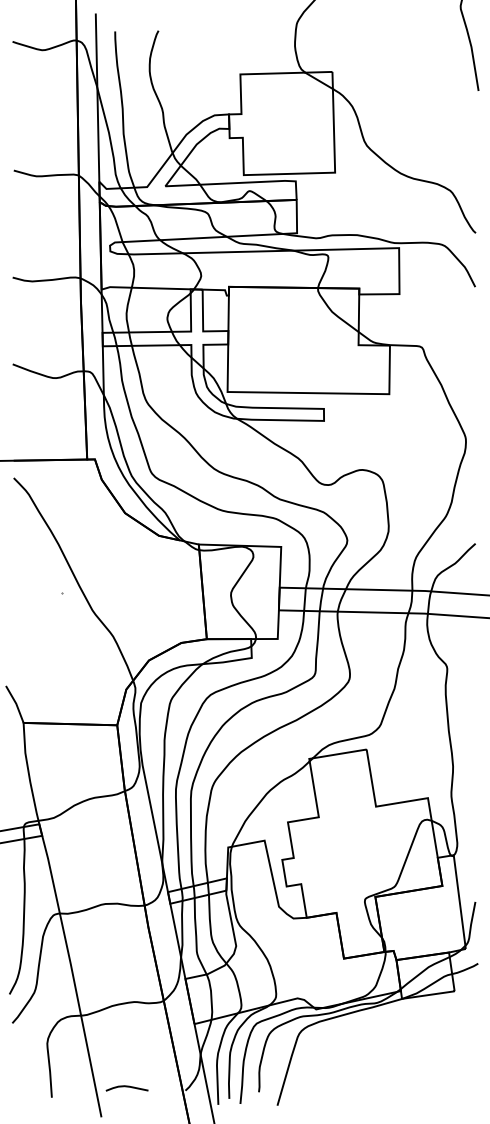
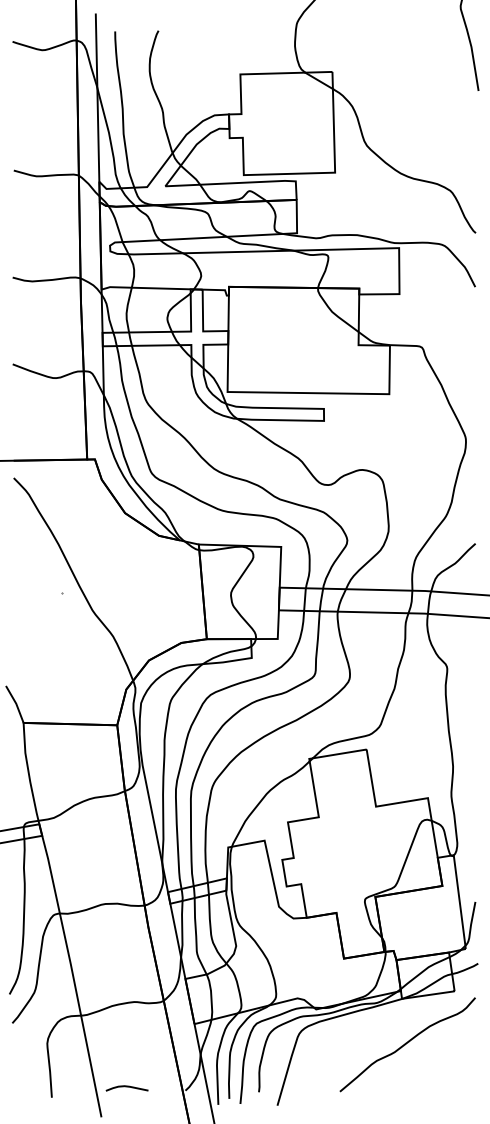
curve at (407, 1043): none -> present
